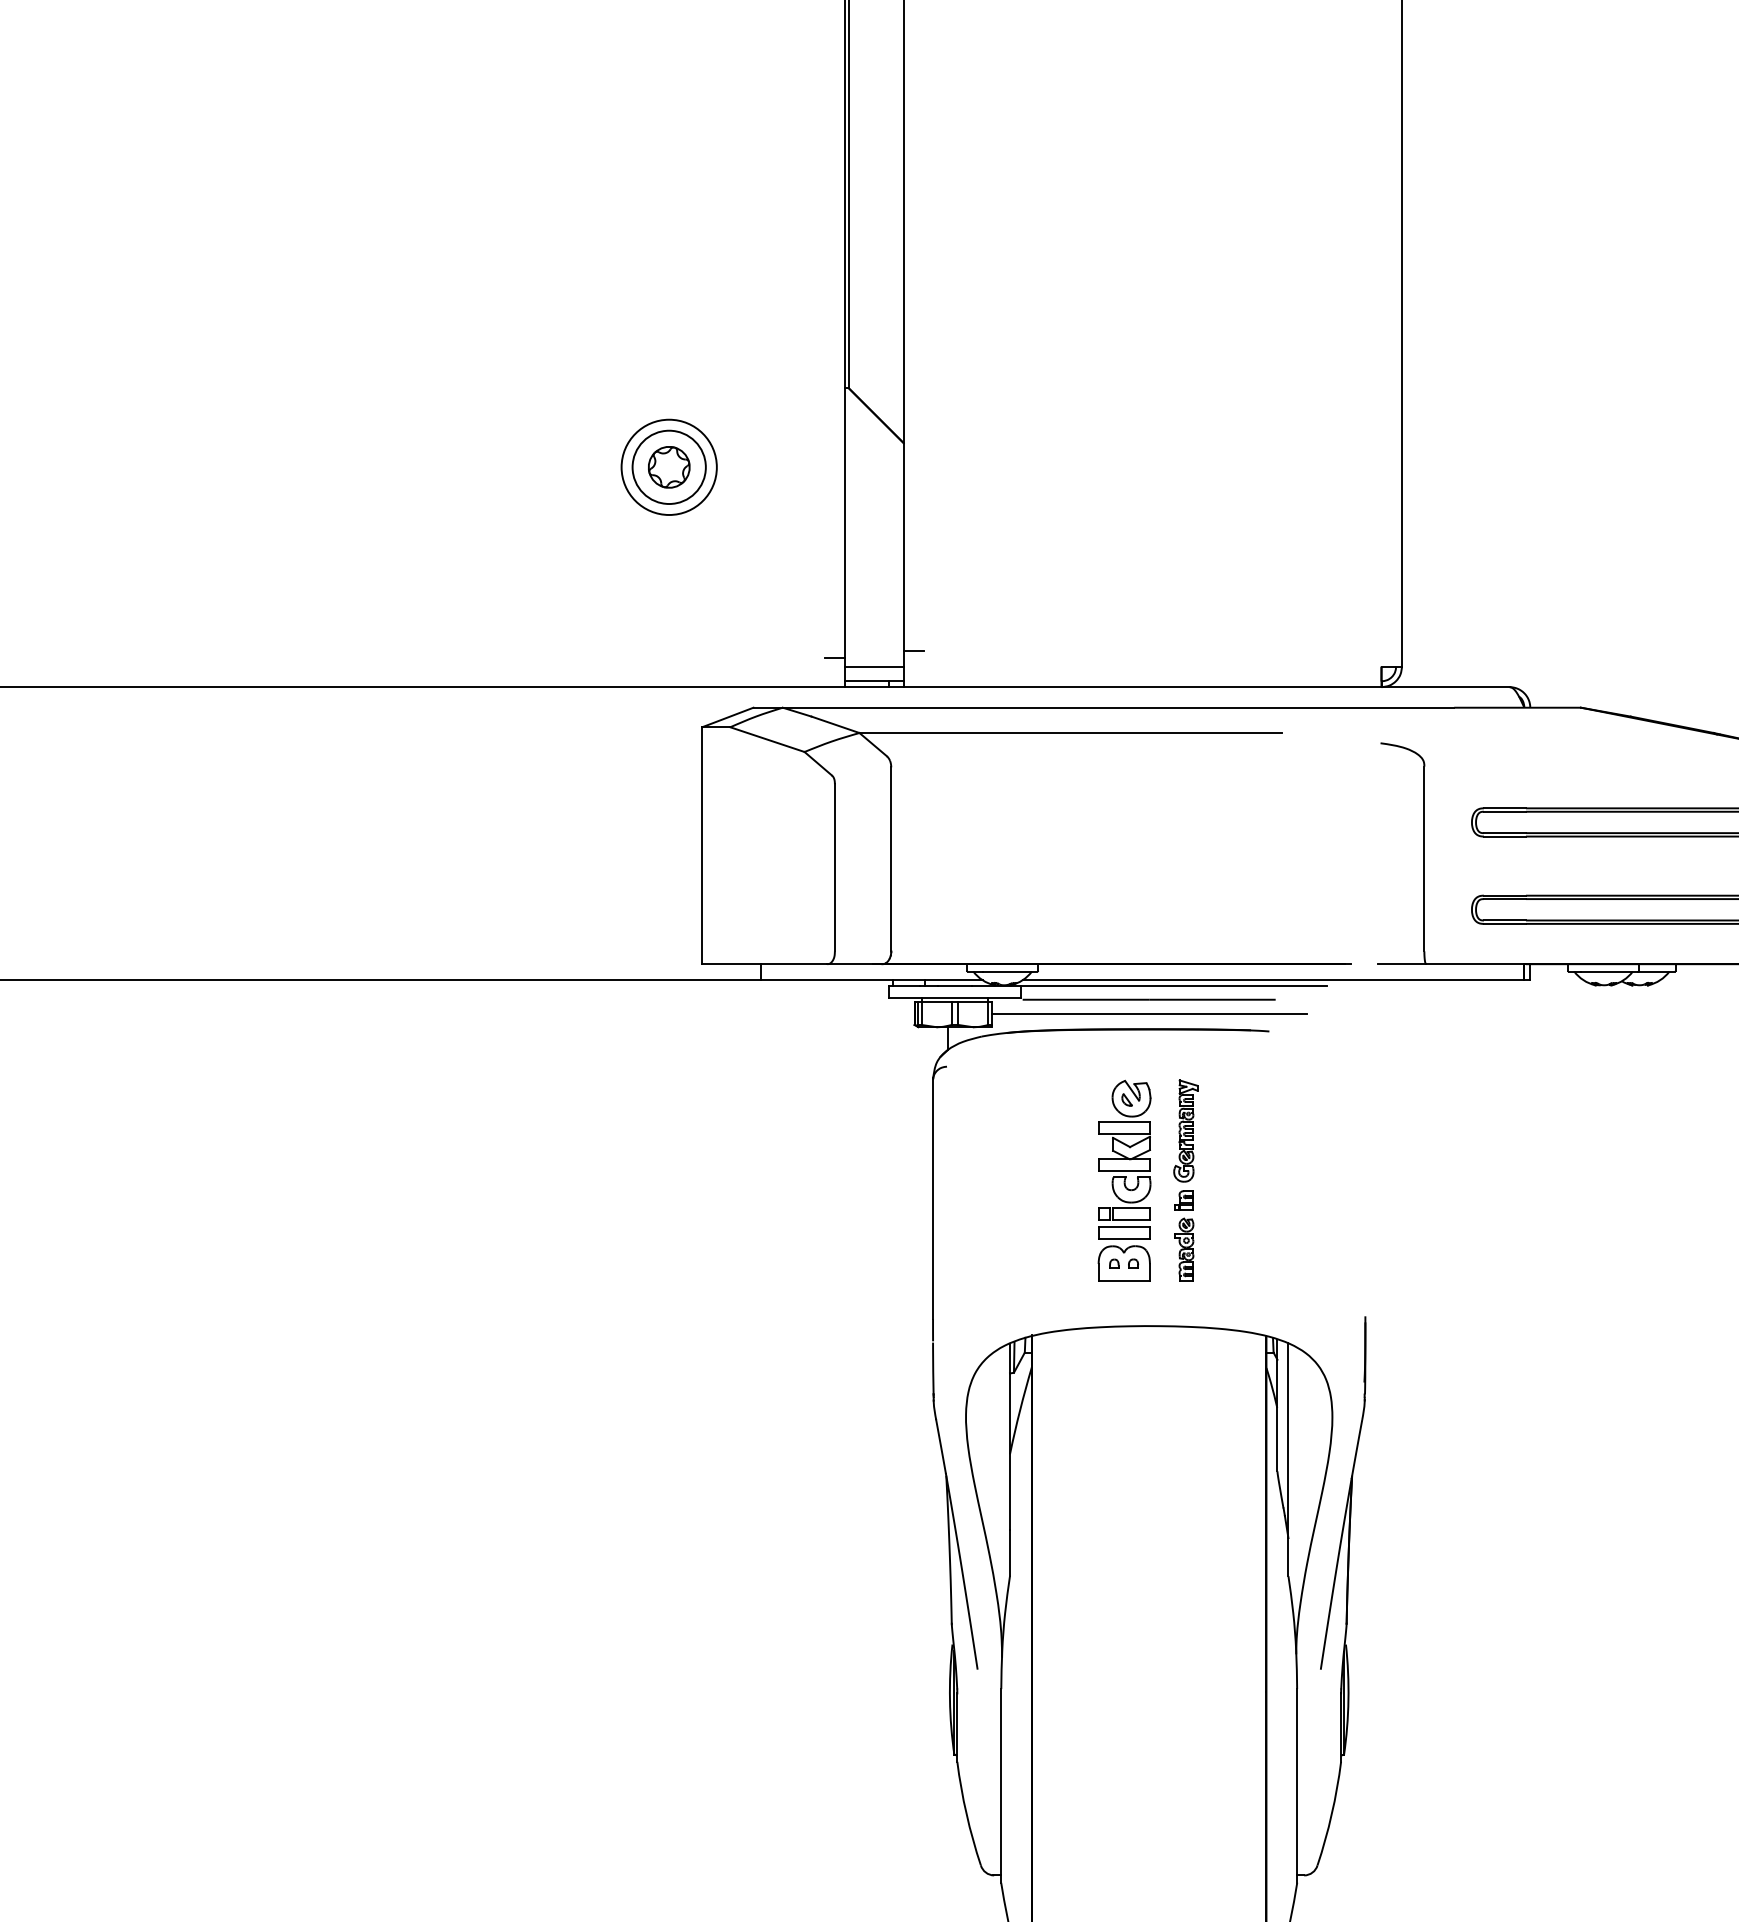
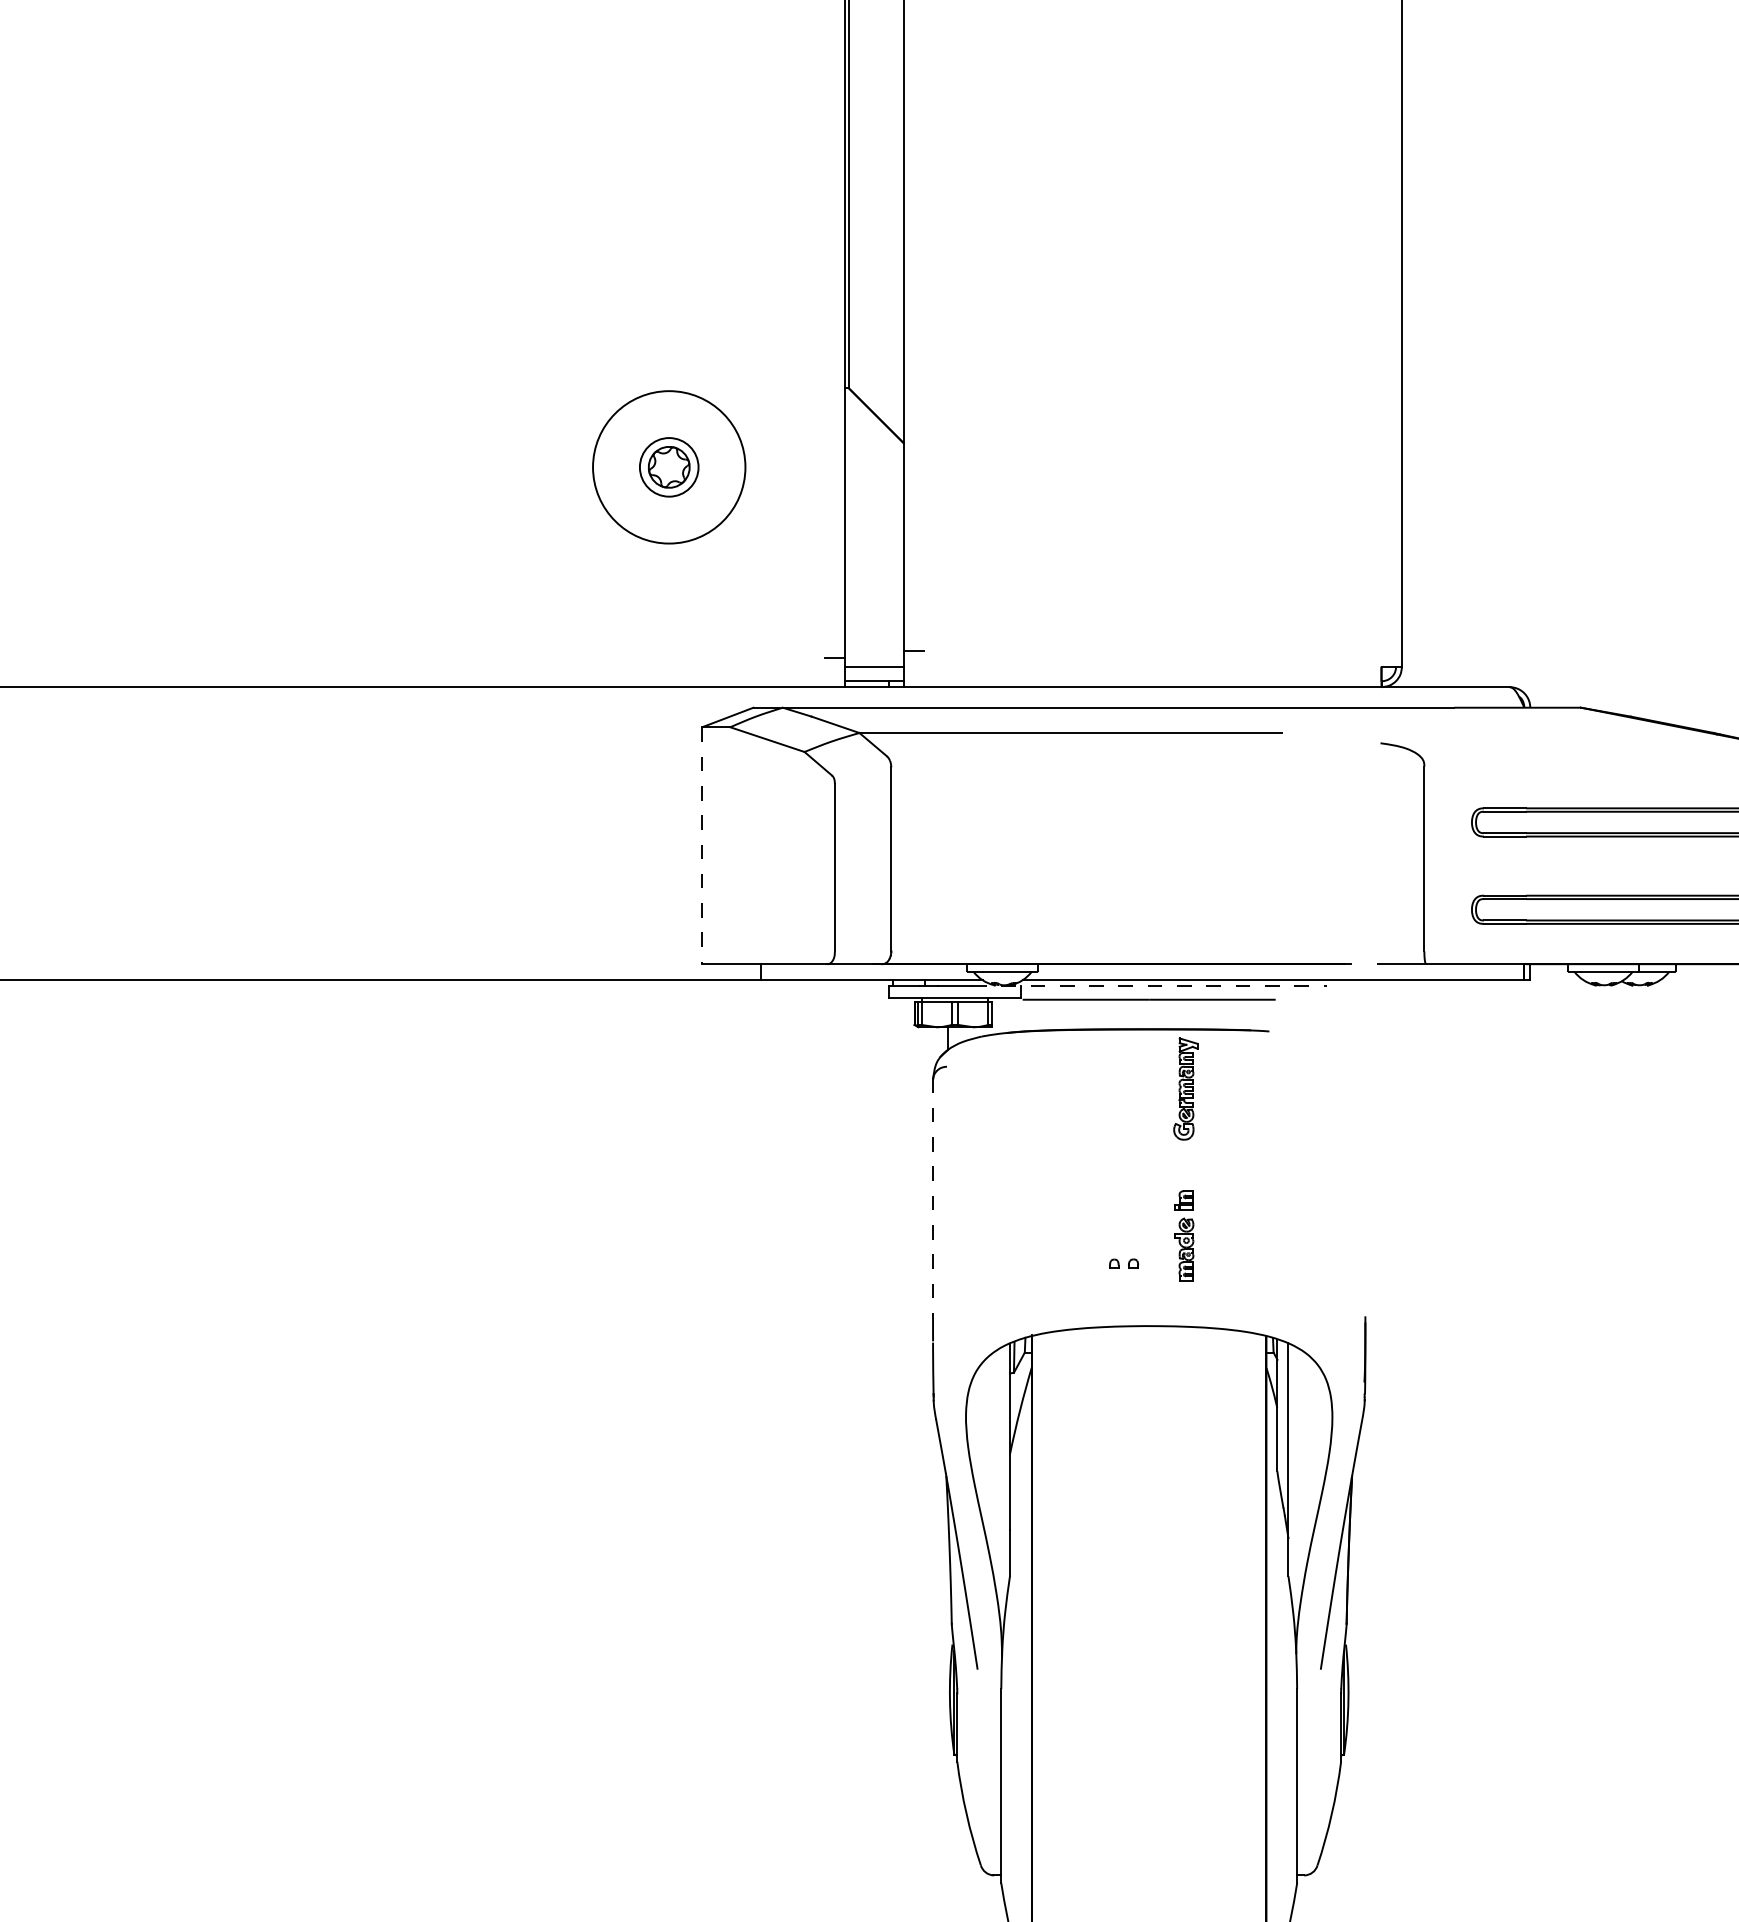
circle at (668, 467) diameter: 73 px -> 59 px
circle at (668, 467) diameter: 95 px -> 152 px
line at (702, 846): solid -> dashed
line at (1149, 986): solid -> dashed
line at (1148, 1014): present -> none
part at (1185, 1130) position: (1185, 1130) -> (1185, 1088)
part at (1124, 1180): present -> none
line at (933, 1199): solid -> dashed
